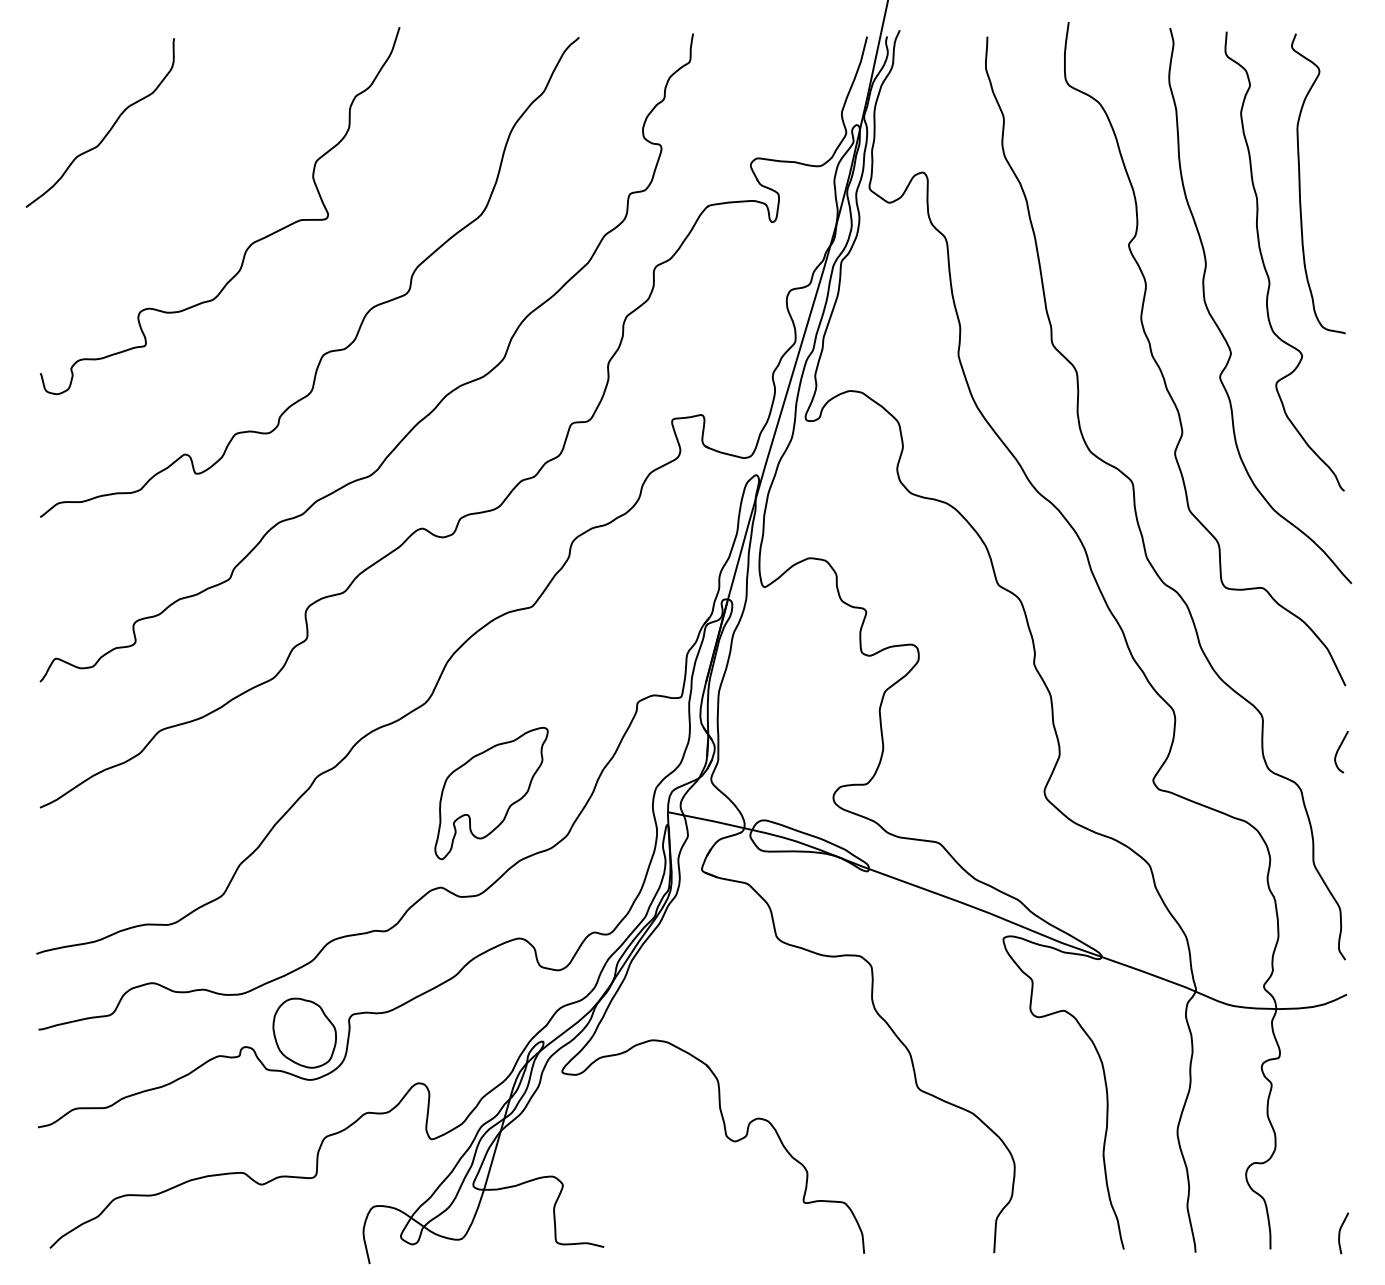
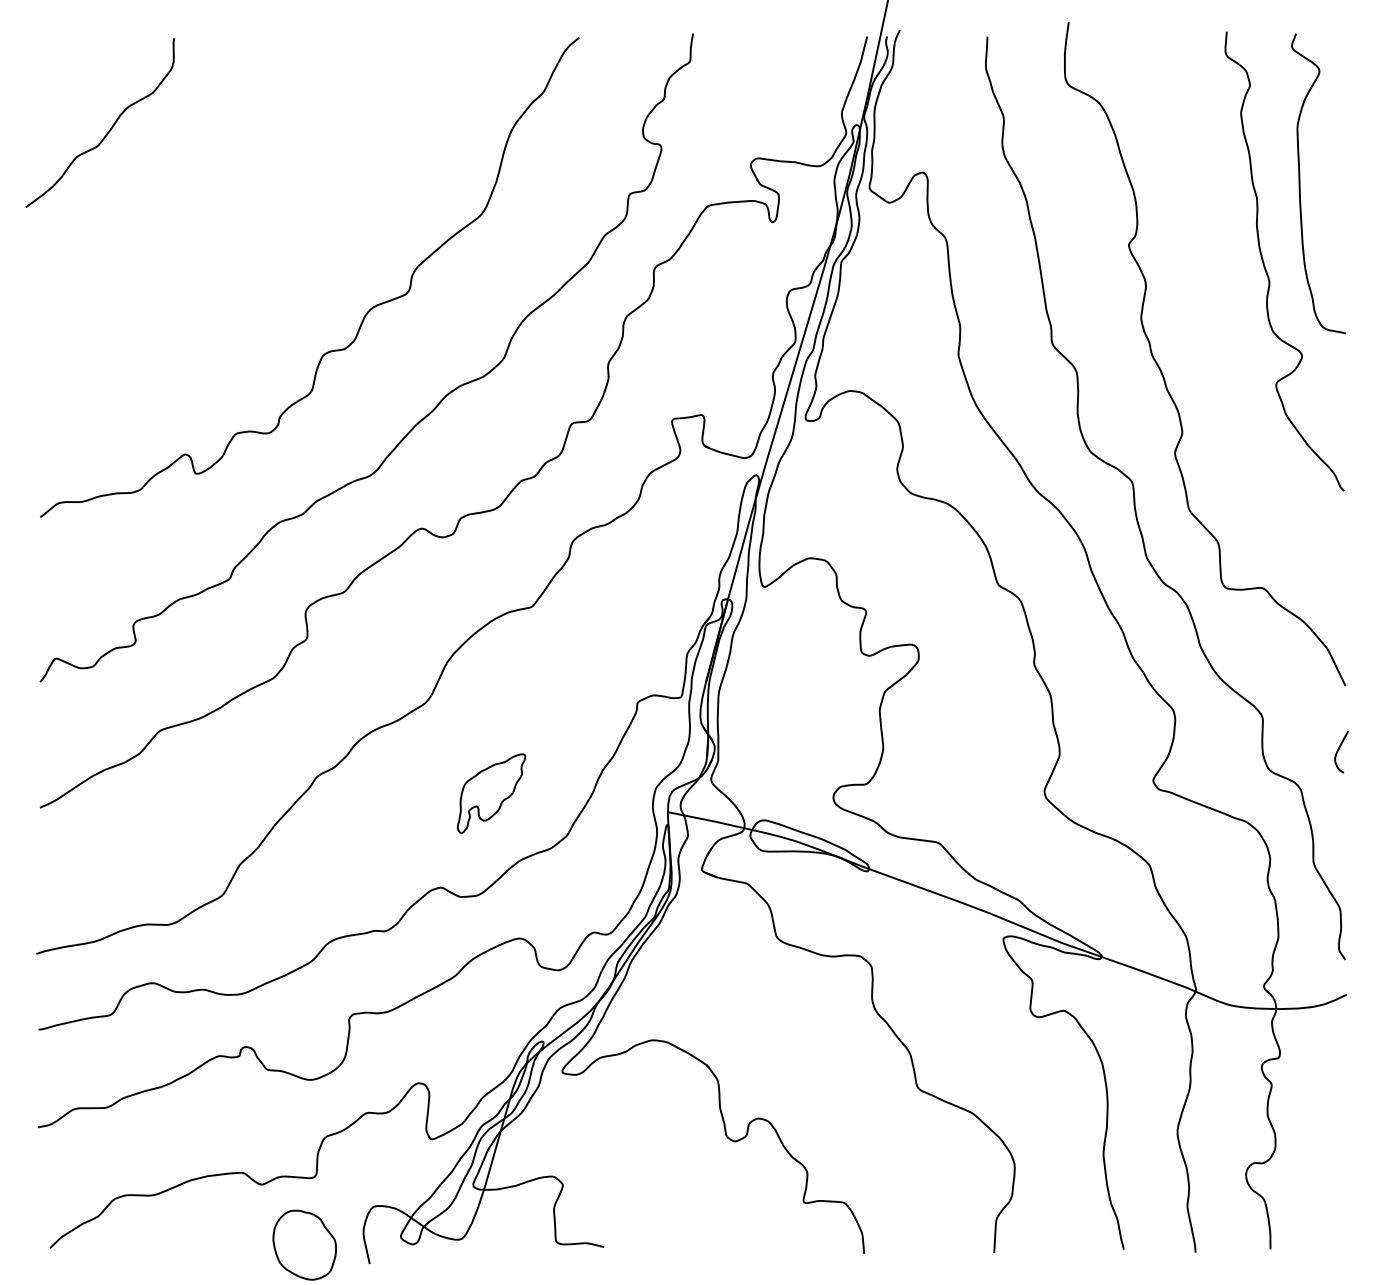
curve at (251, 243): present -> none
curve at (1219, 327): present -> none
part at (491, 793) size: 115x134 px -> 71x81 px
part at (304, 1032) position: (304, 1032) -> (304, 1244)
curve at (1340, 1233): present -> none
